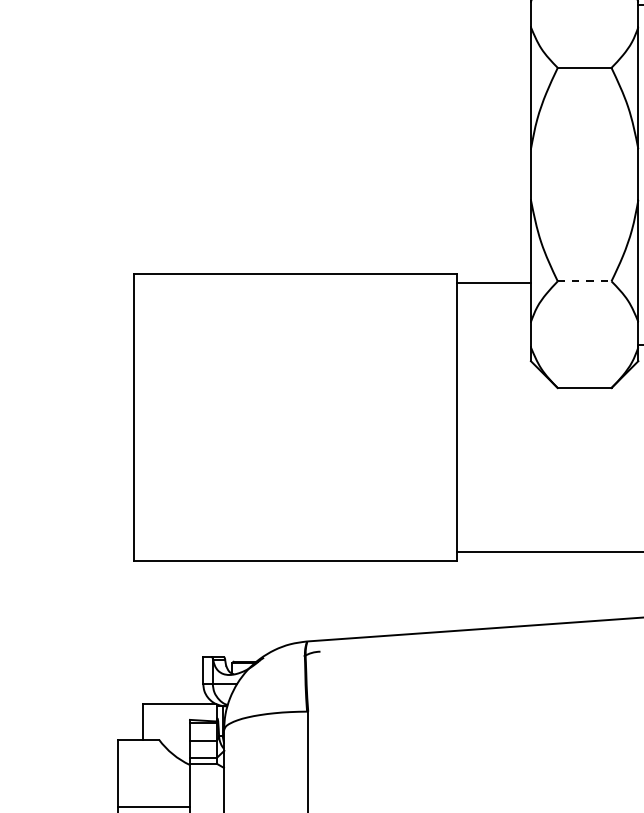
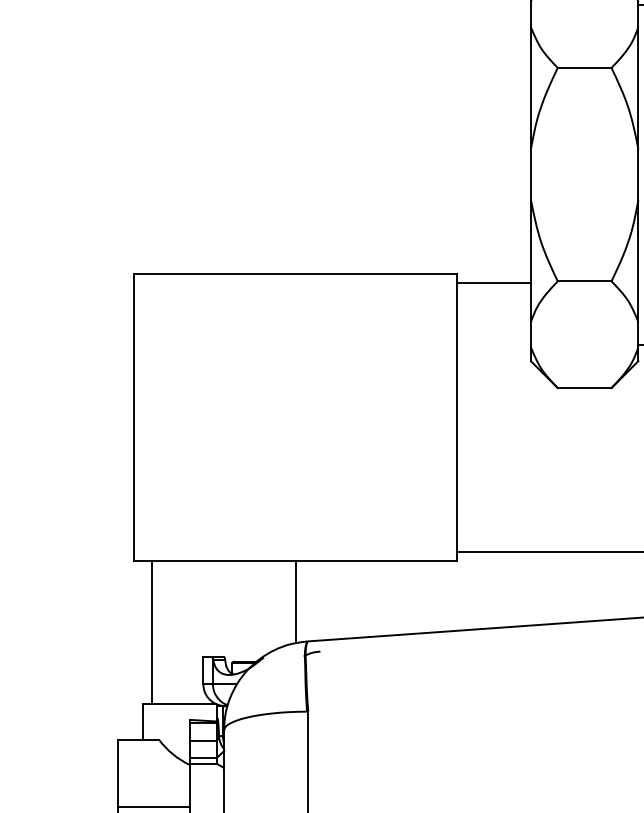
line at (584, 281): dashed -> solid
line at (295, 601): none -> present
line at (152, 631): none -> present
